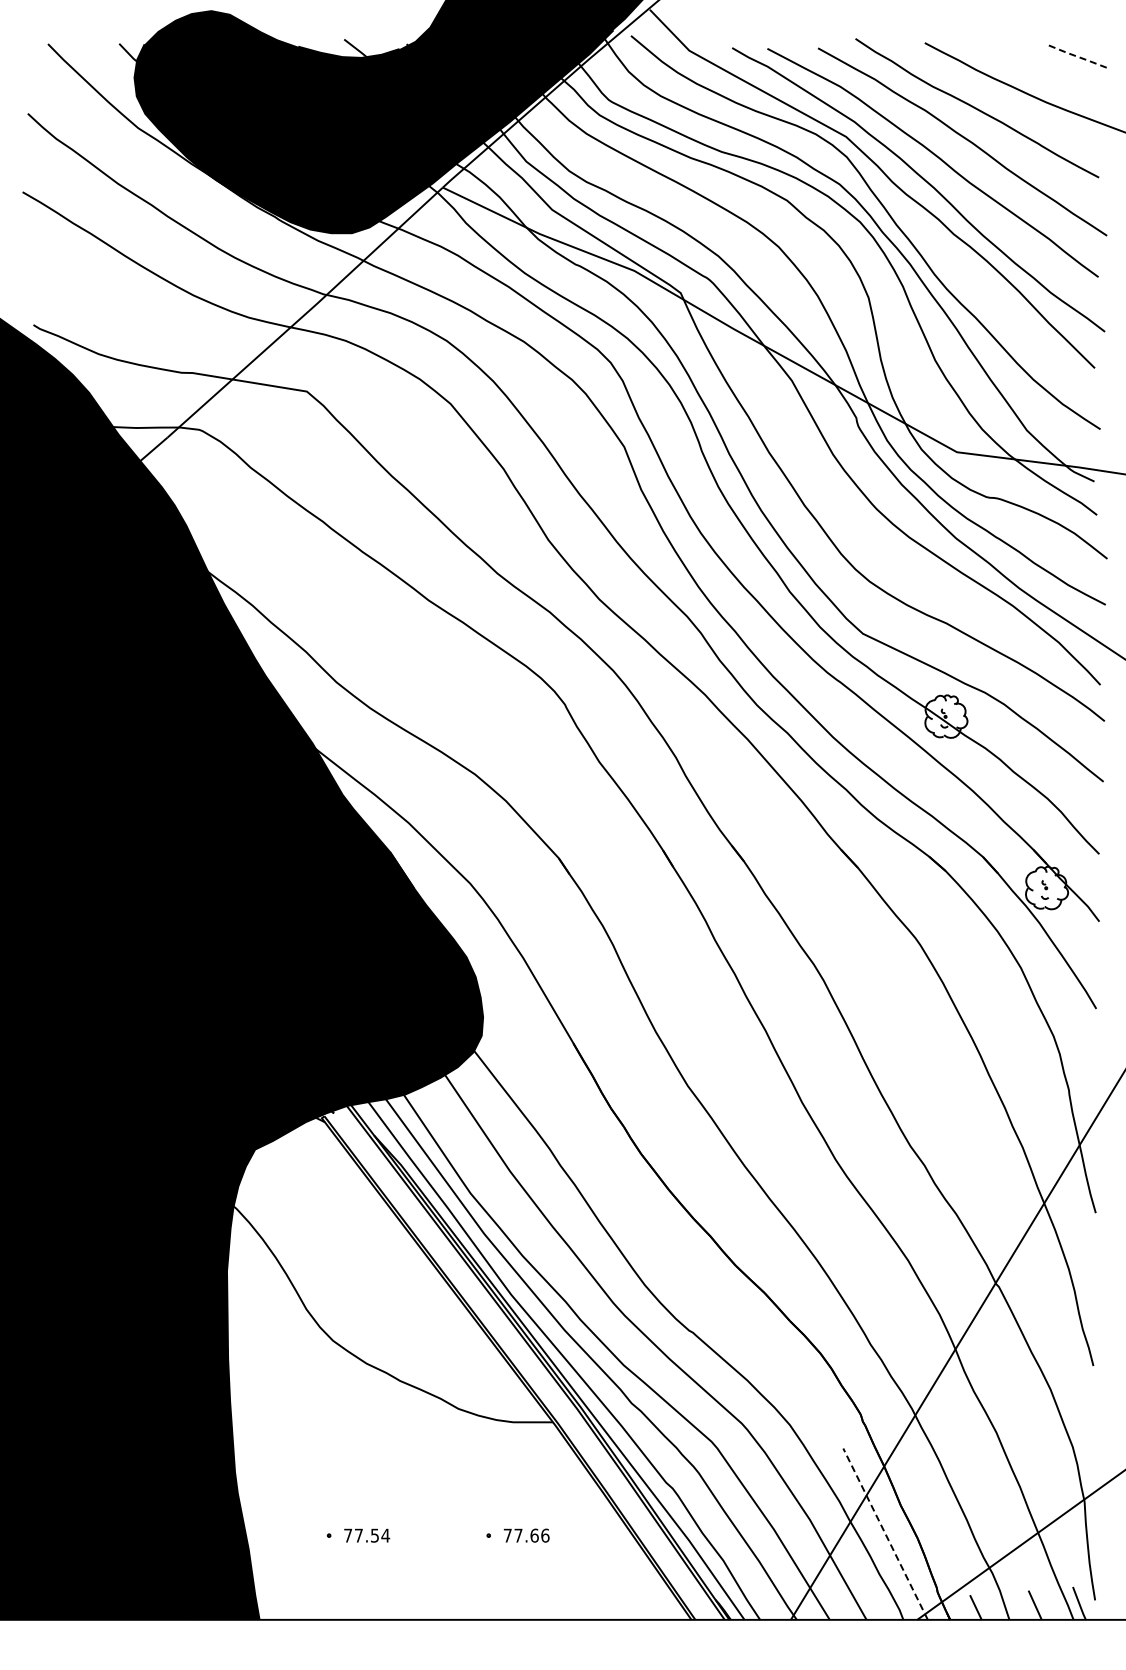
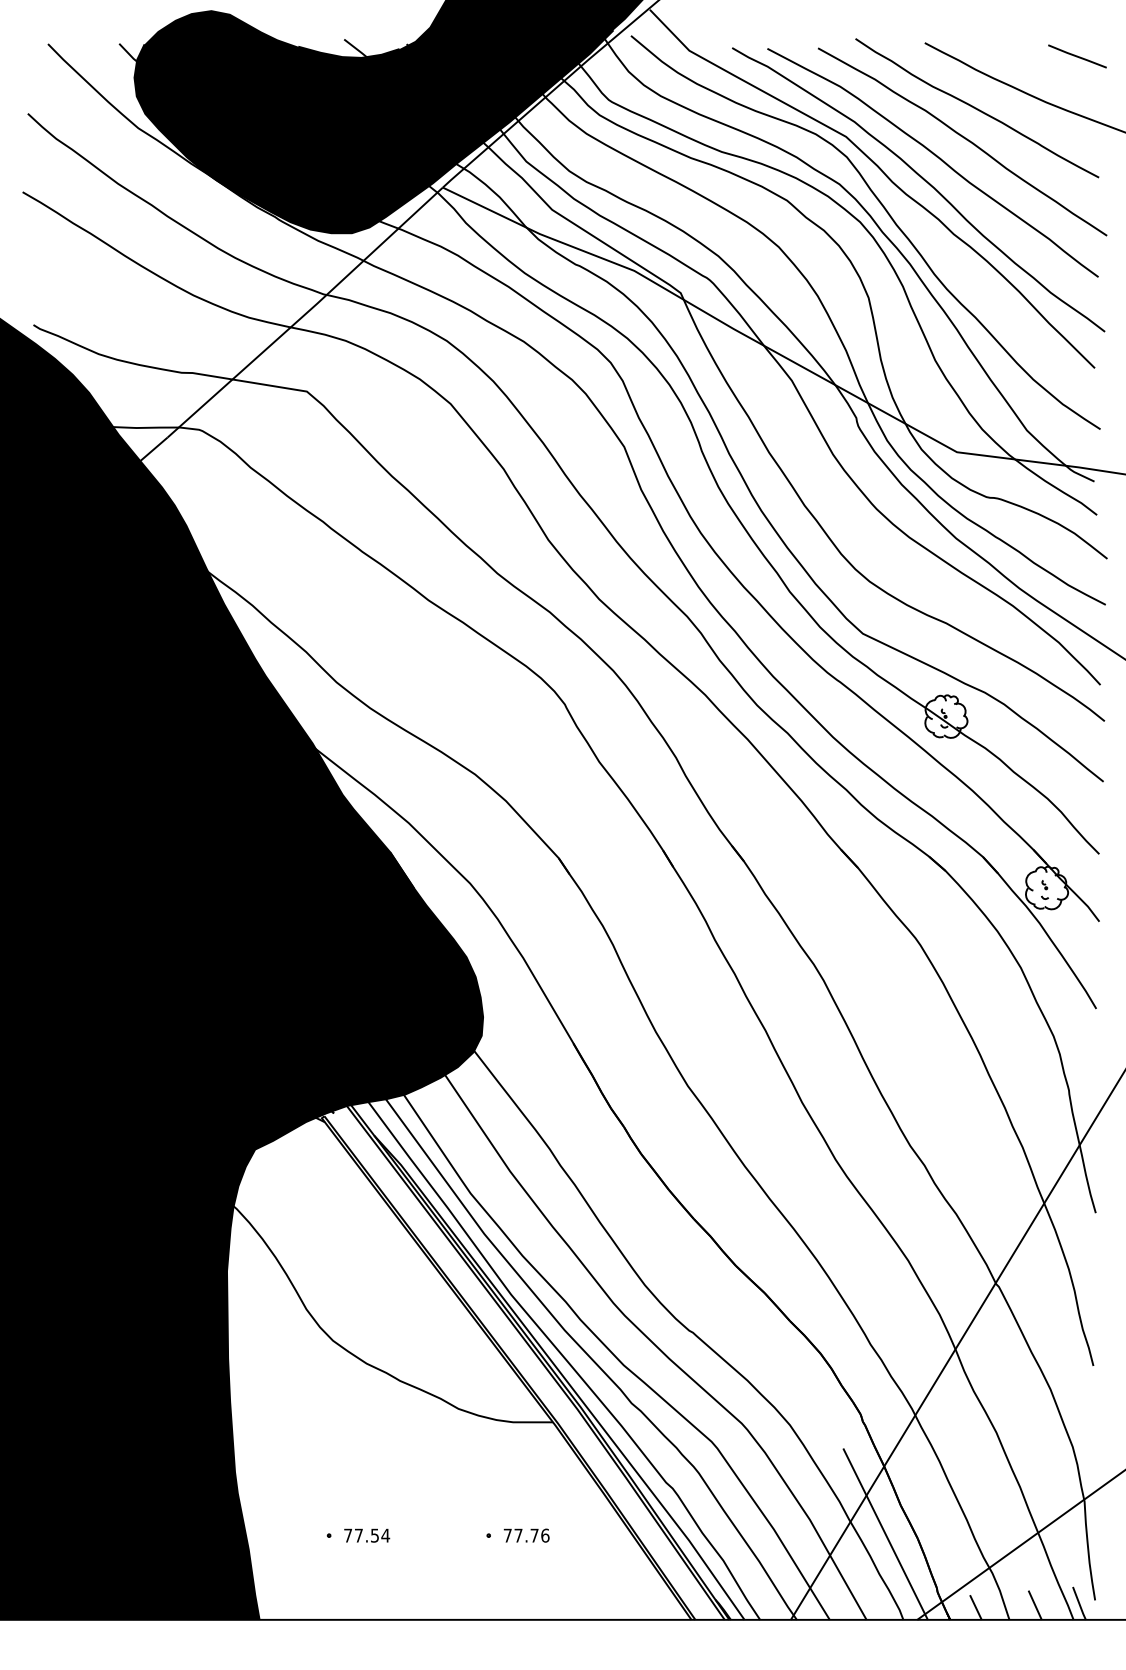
line at (1077, 56): dashed -> solid
line at (885, 1534): dashed -> solid
text at (534, 1535): 77.66 -> 77.76
